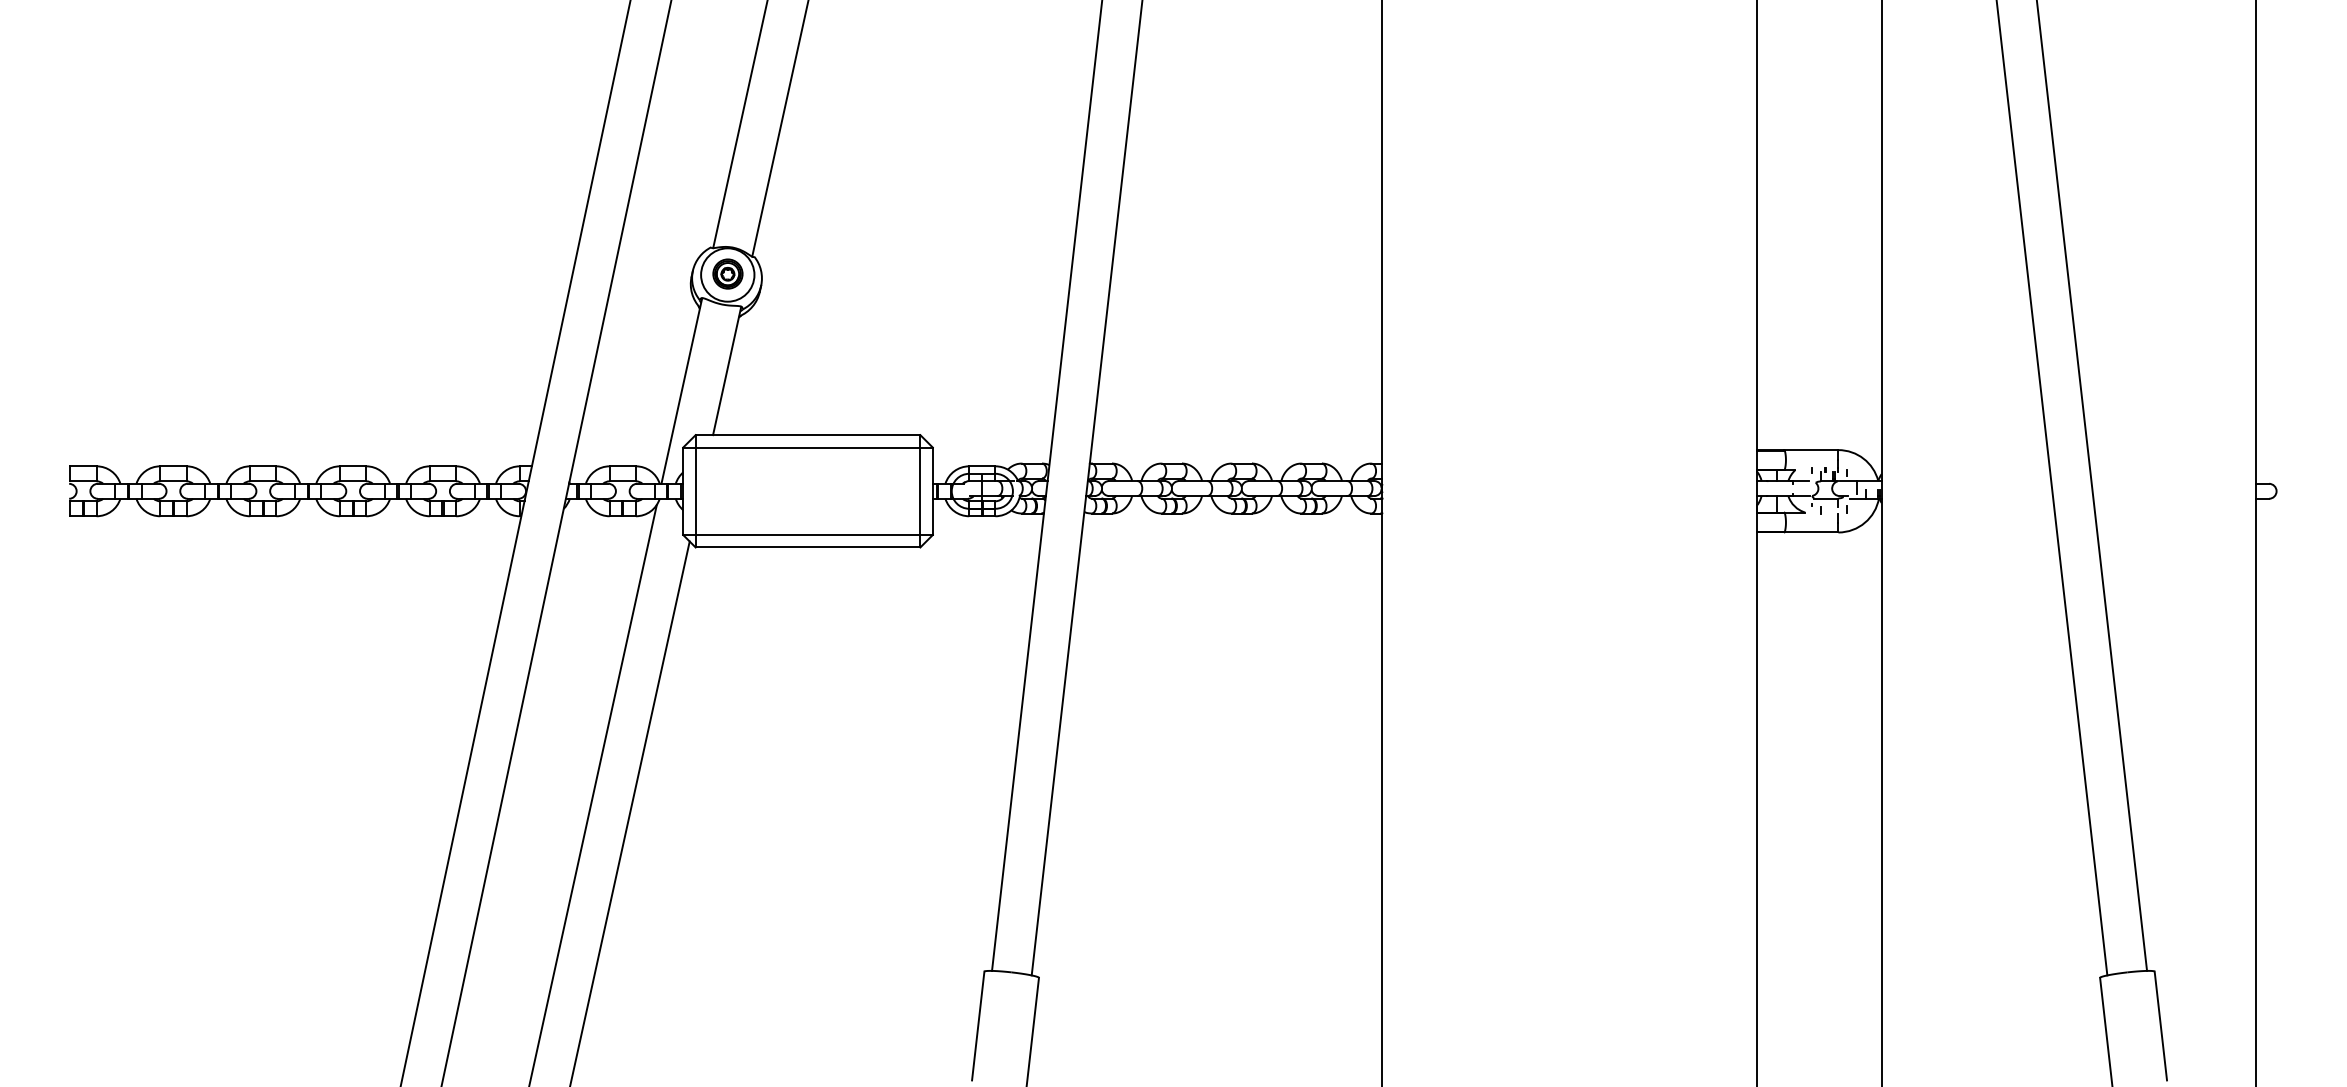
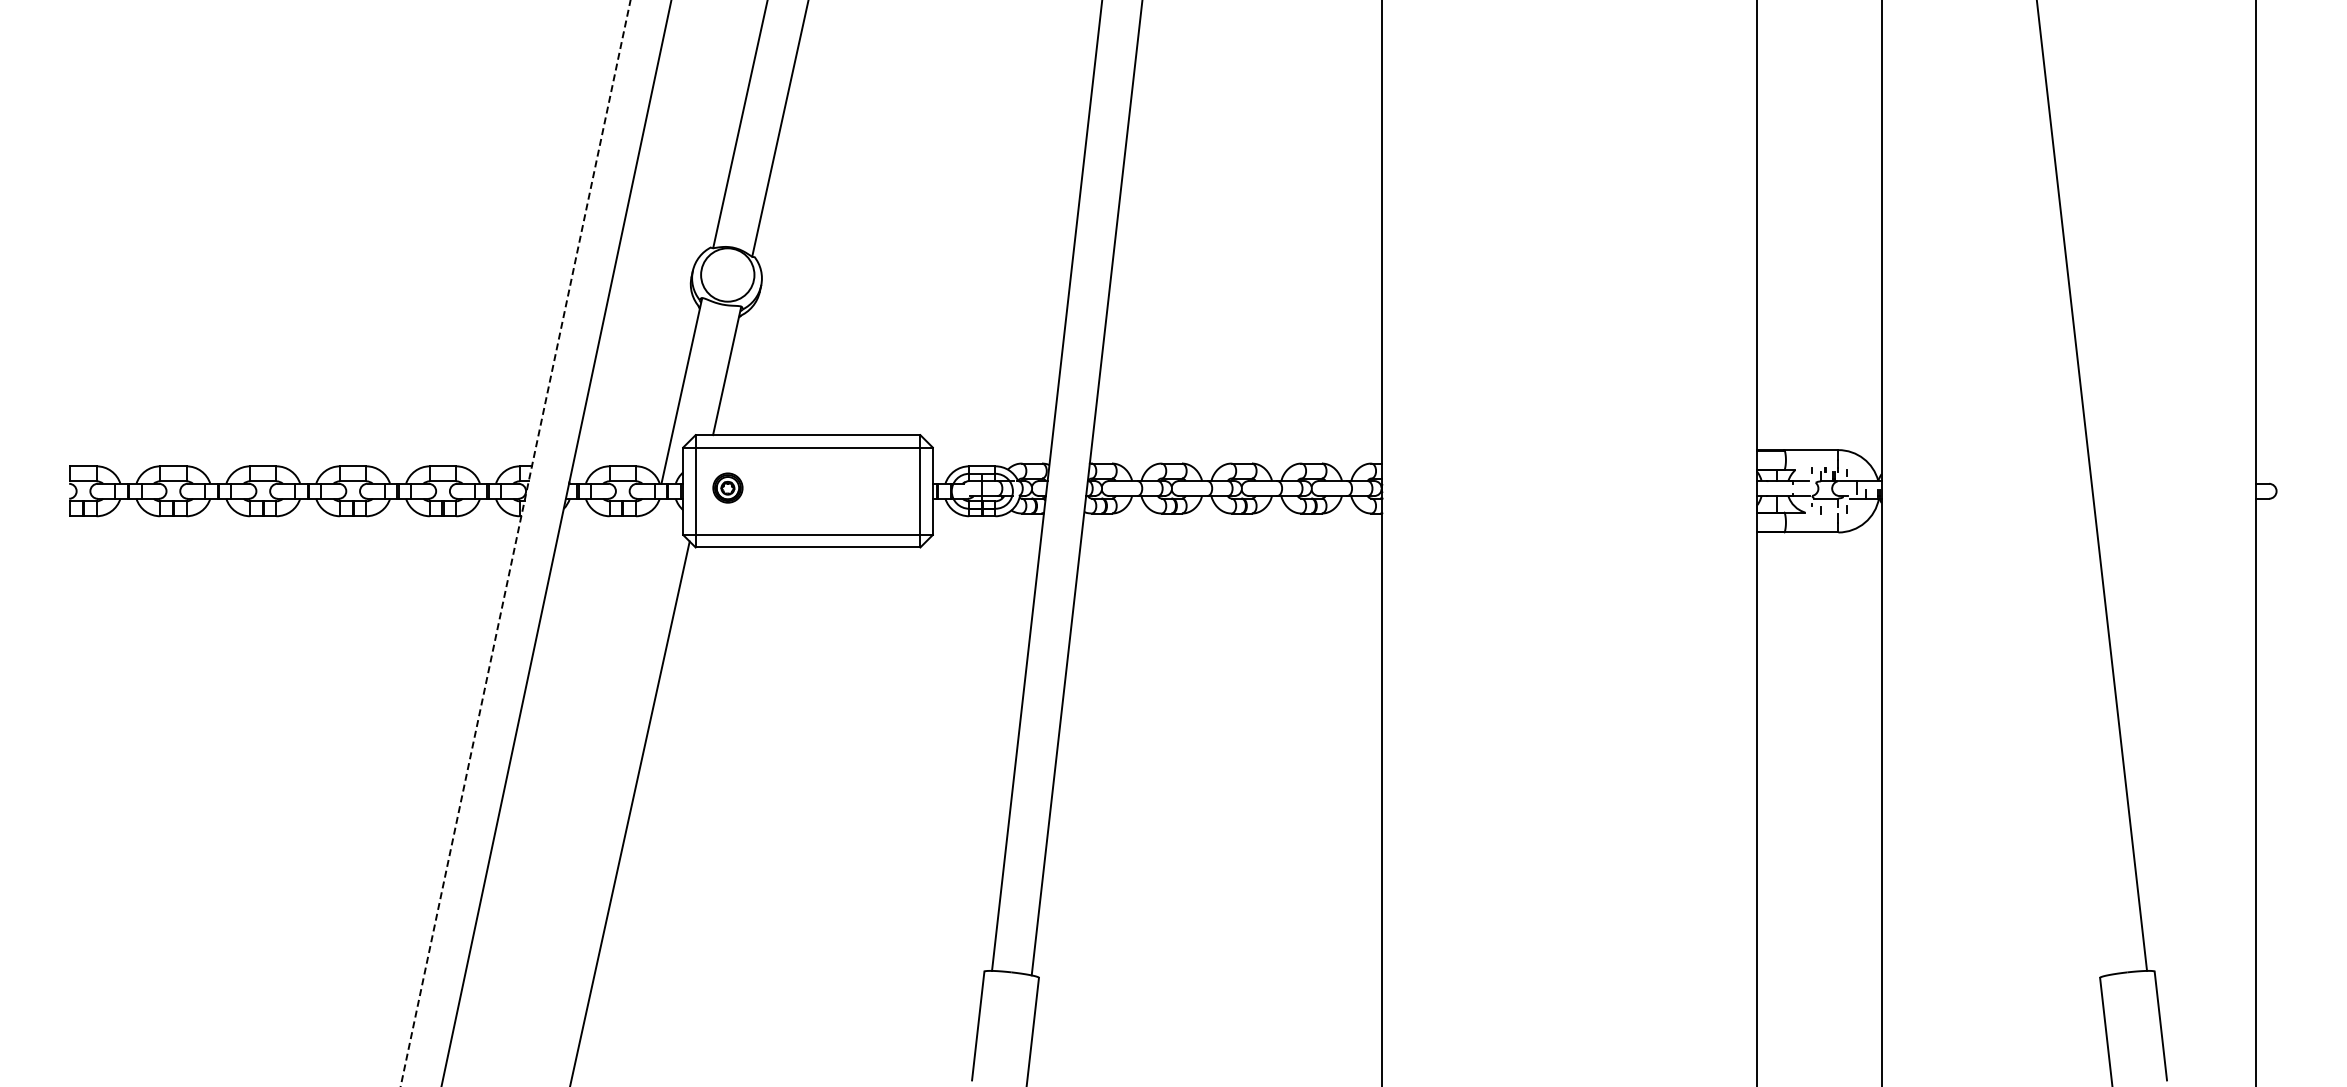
part at (727, 273) position: (727, 273) -> (727, 487)
line at (2051, 488): present -> none
line at (515, 543): solid -> dashed
line at (592, 793): present -> none
